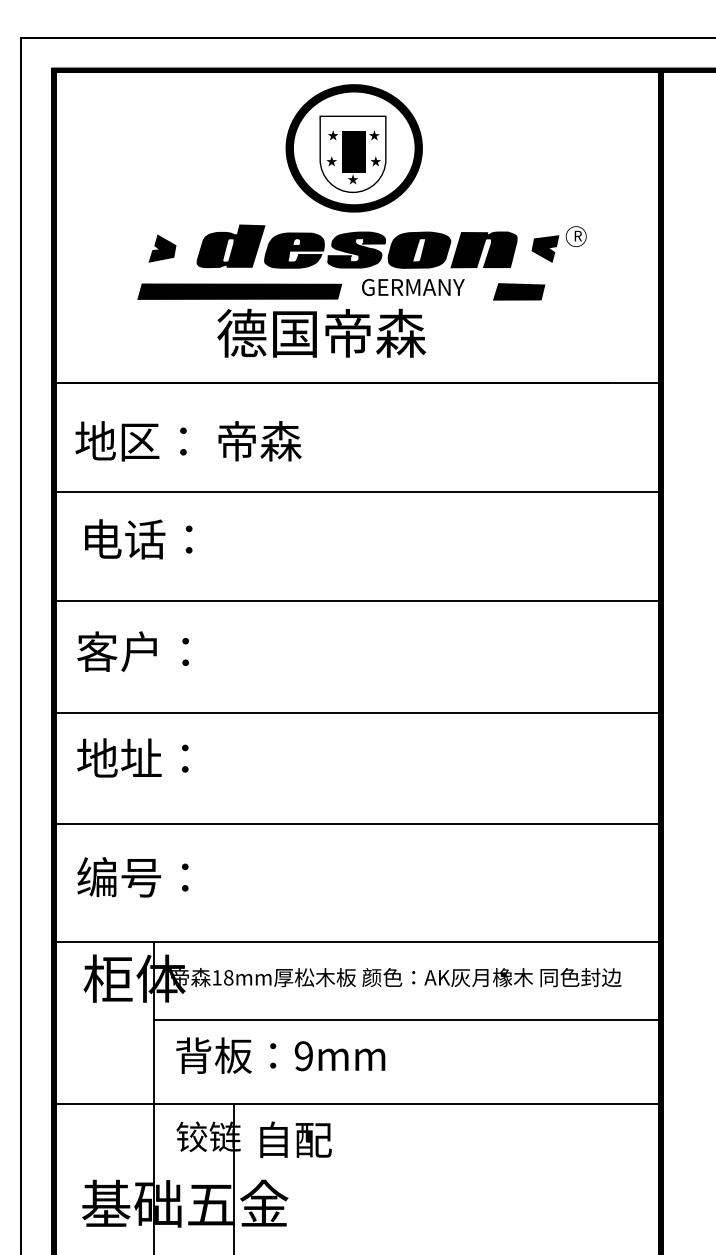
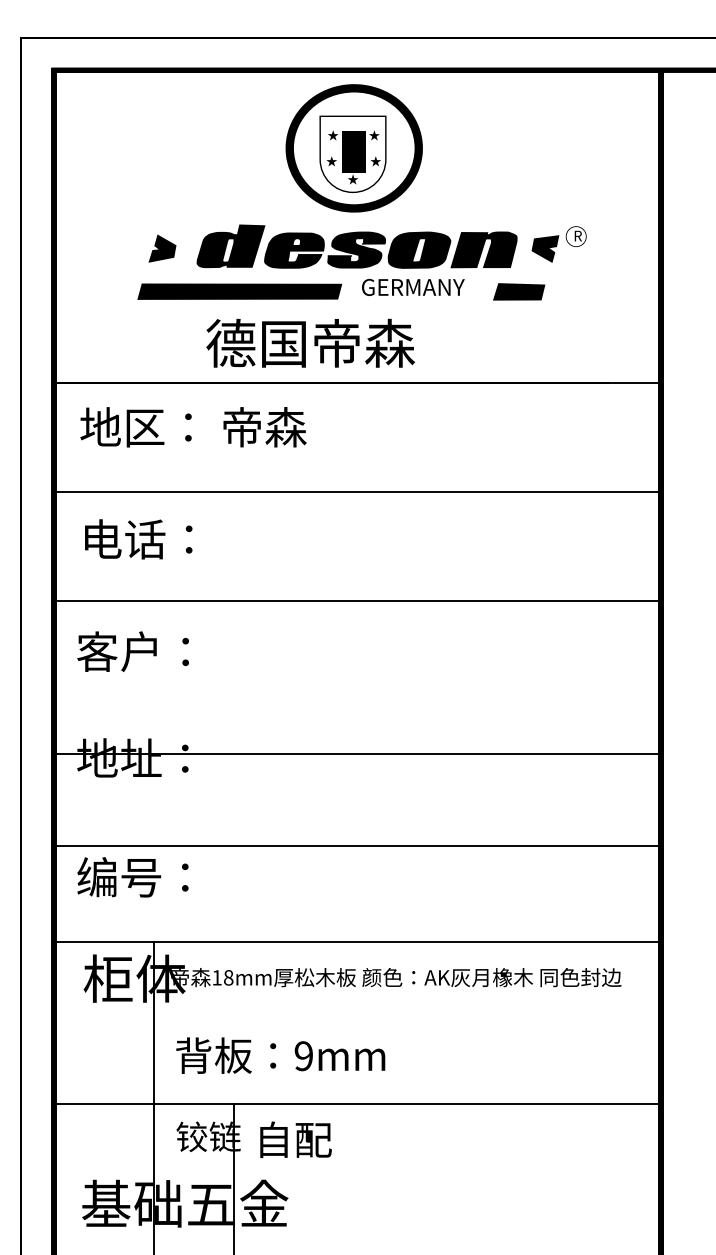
text at (321, 332) position: (321, 332) -> (310, 342)
text at (188, 441) position: (188, 441) -> (193, 427)
line at (357, 712) position: (357, 712) -> (357, 753)
line at (357, 824) position: (357, 824) -> (357, 846)
line at (406, 1020): present -> none
